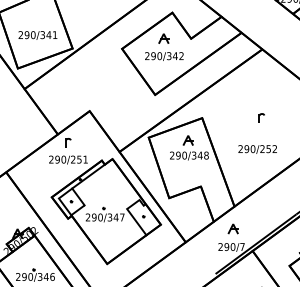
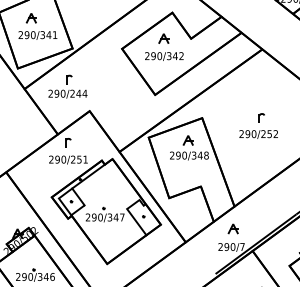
part at (30, 18): none -> present
part at (67, 86): none -> present
text at (257, 149) position: (257, 149) -> (258, 134)
